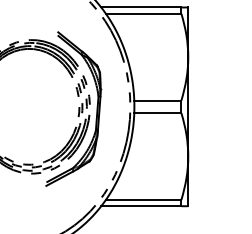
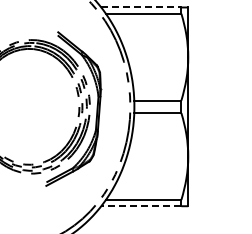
line at (141, 7): solid -> dashed
line at (140, 206): solid -> dashed
